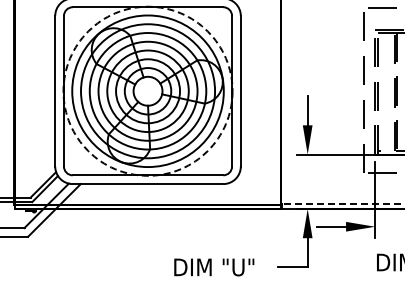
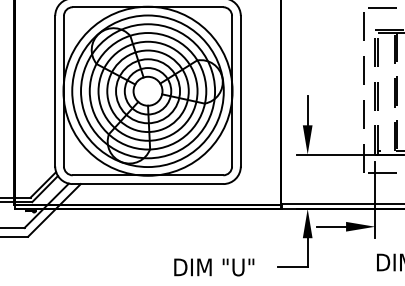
circle at (147, 90): dashed -> solid
line at (342, 204): dashed -> solid
